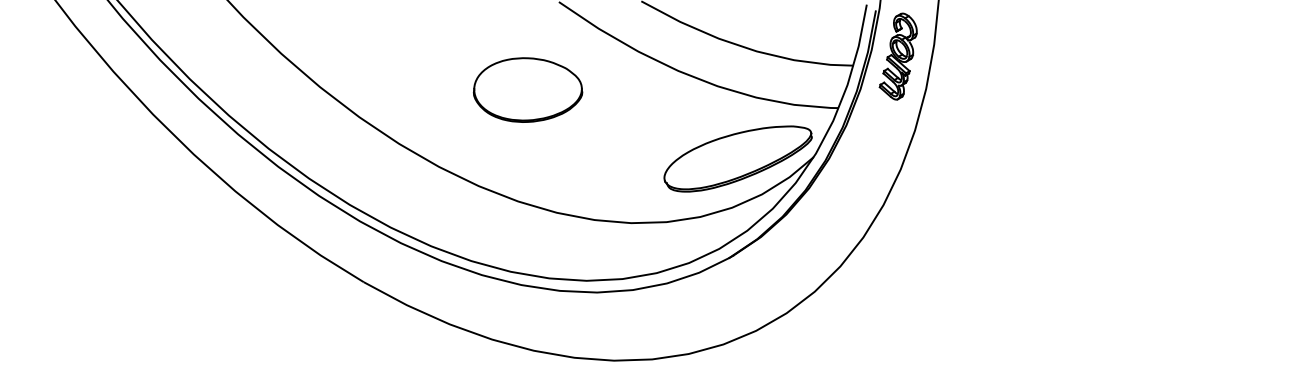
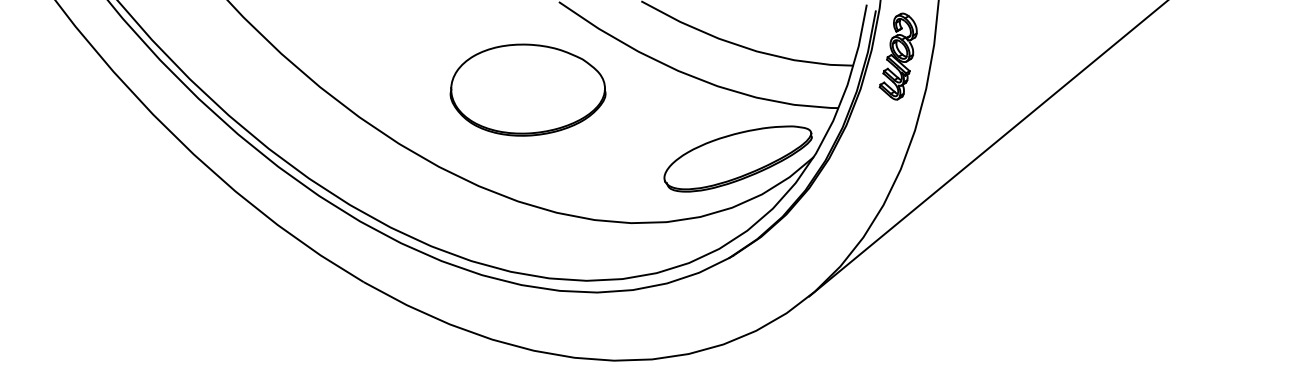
part at (528, 89) size: 111x66 px -> 158x94 px
line at (987, 149): none -> present
